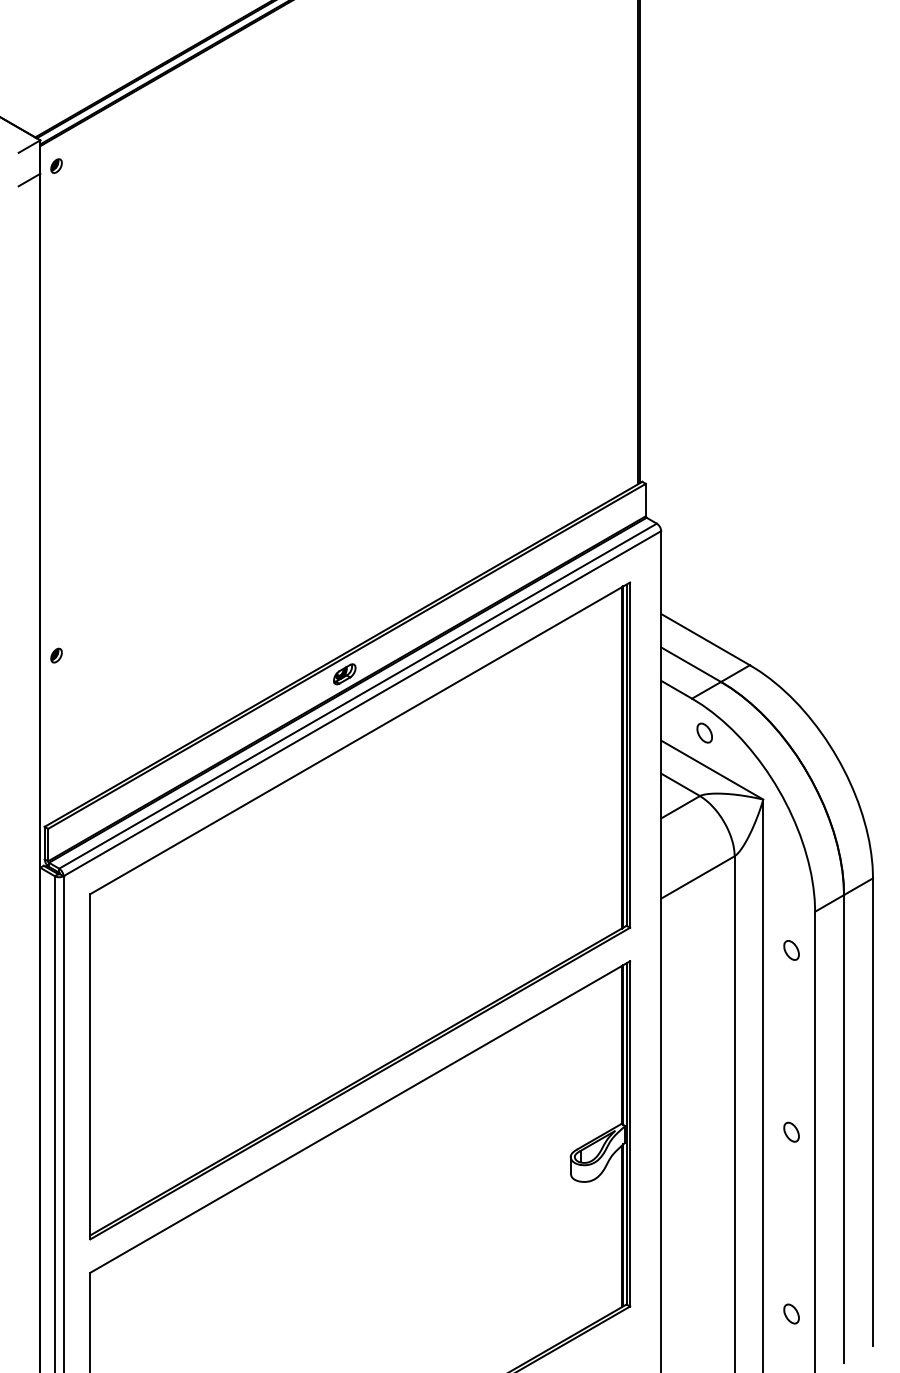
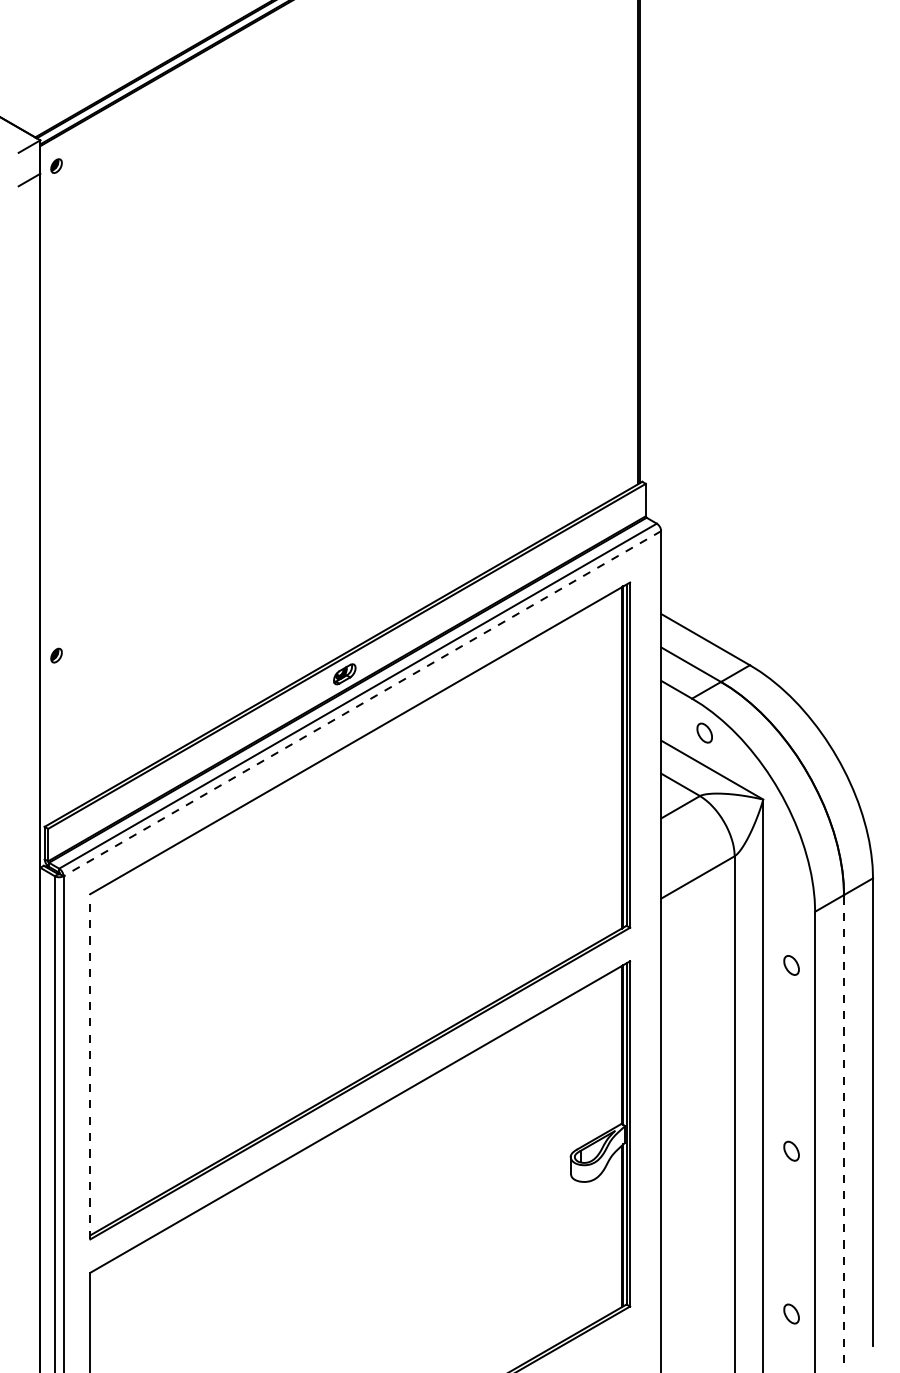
line at (361, 703): solid -> dashed
part at (791, 950) position: (791, 950) -> (791, 965)
line at (90, 1066): solid -> dashed
line at (844, 1128): solid -> dashed
part at (791, 1131) position: (791, 1131) -> (791, 1150)
